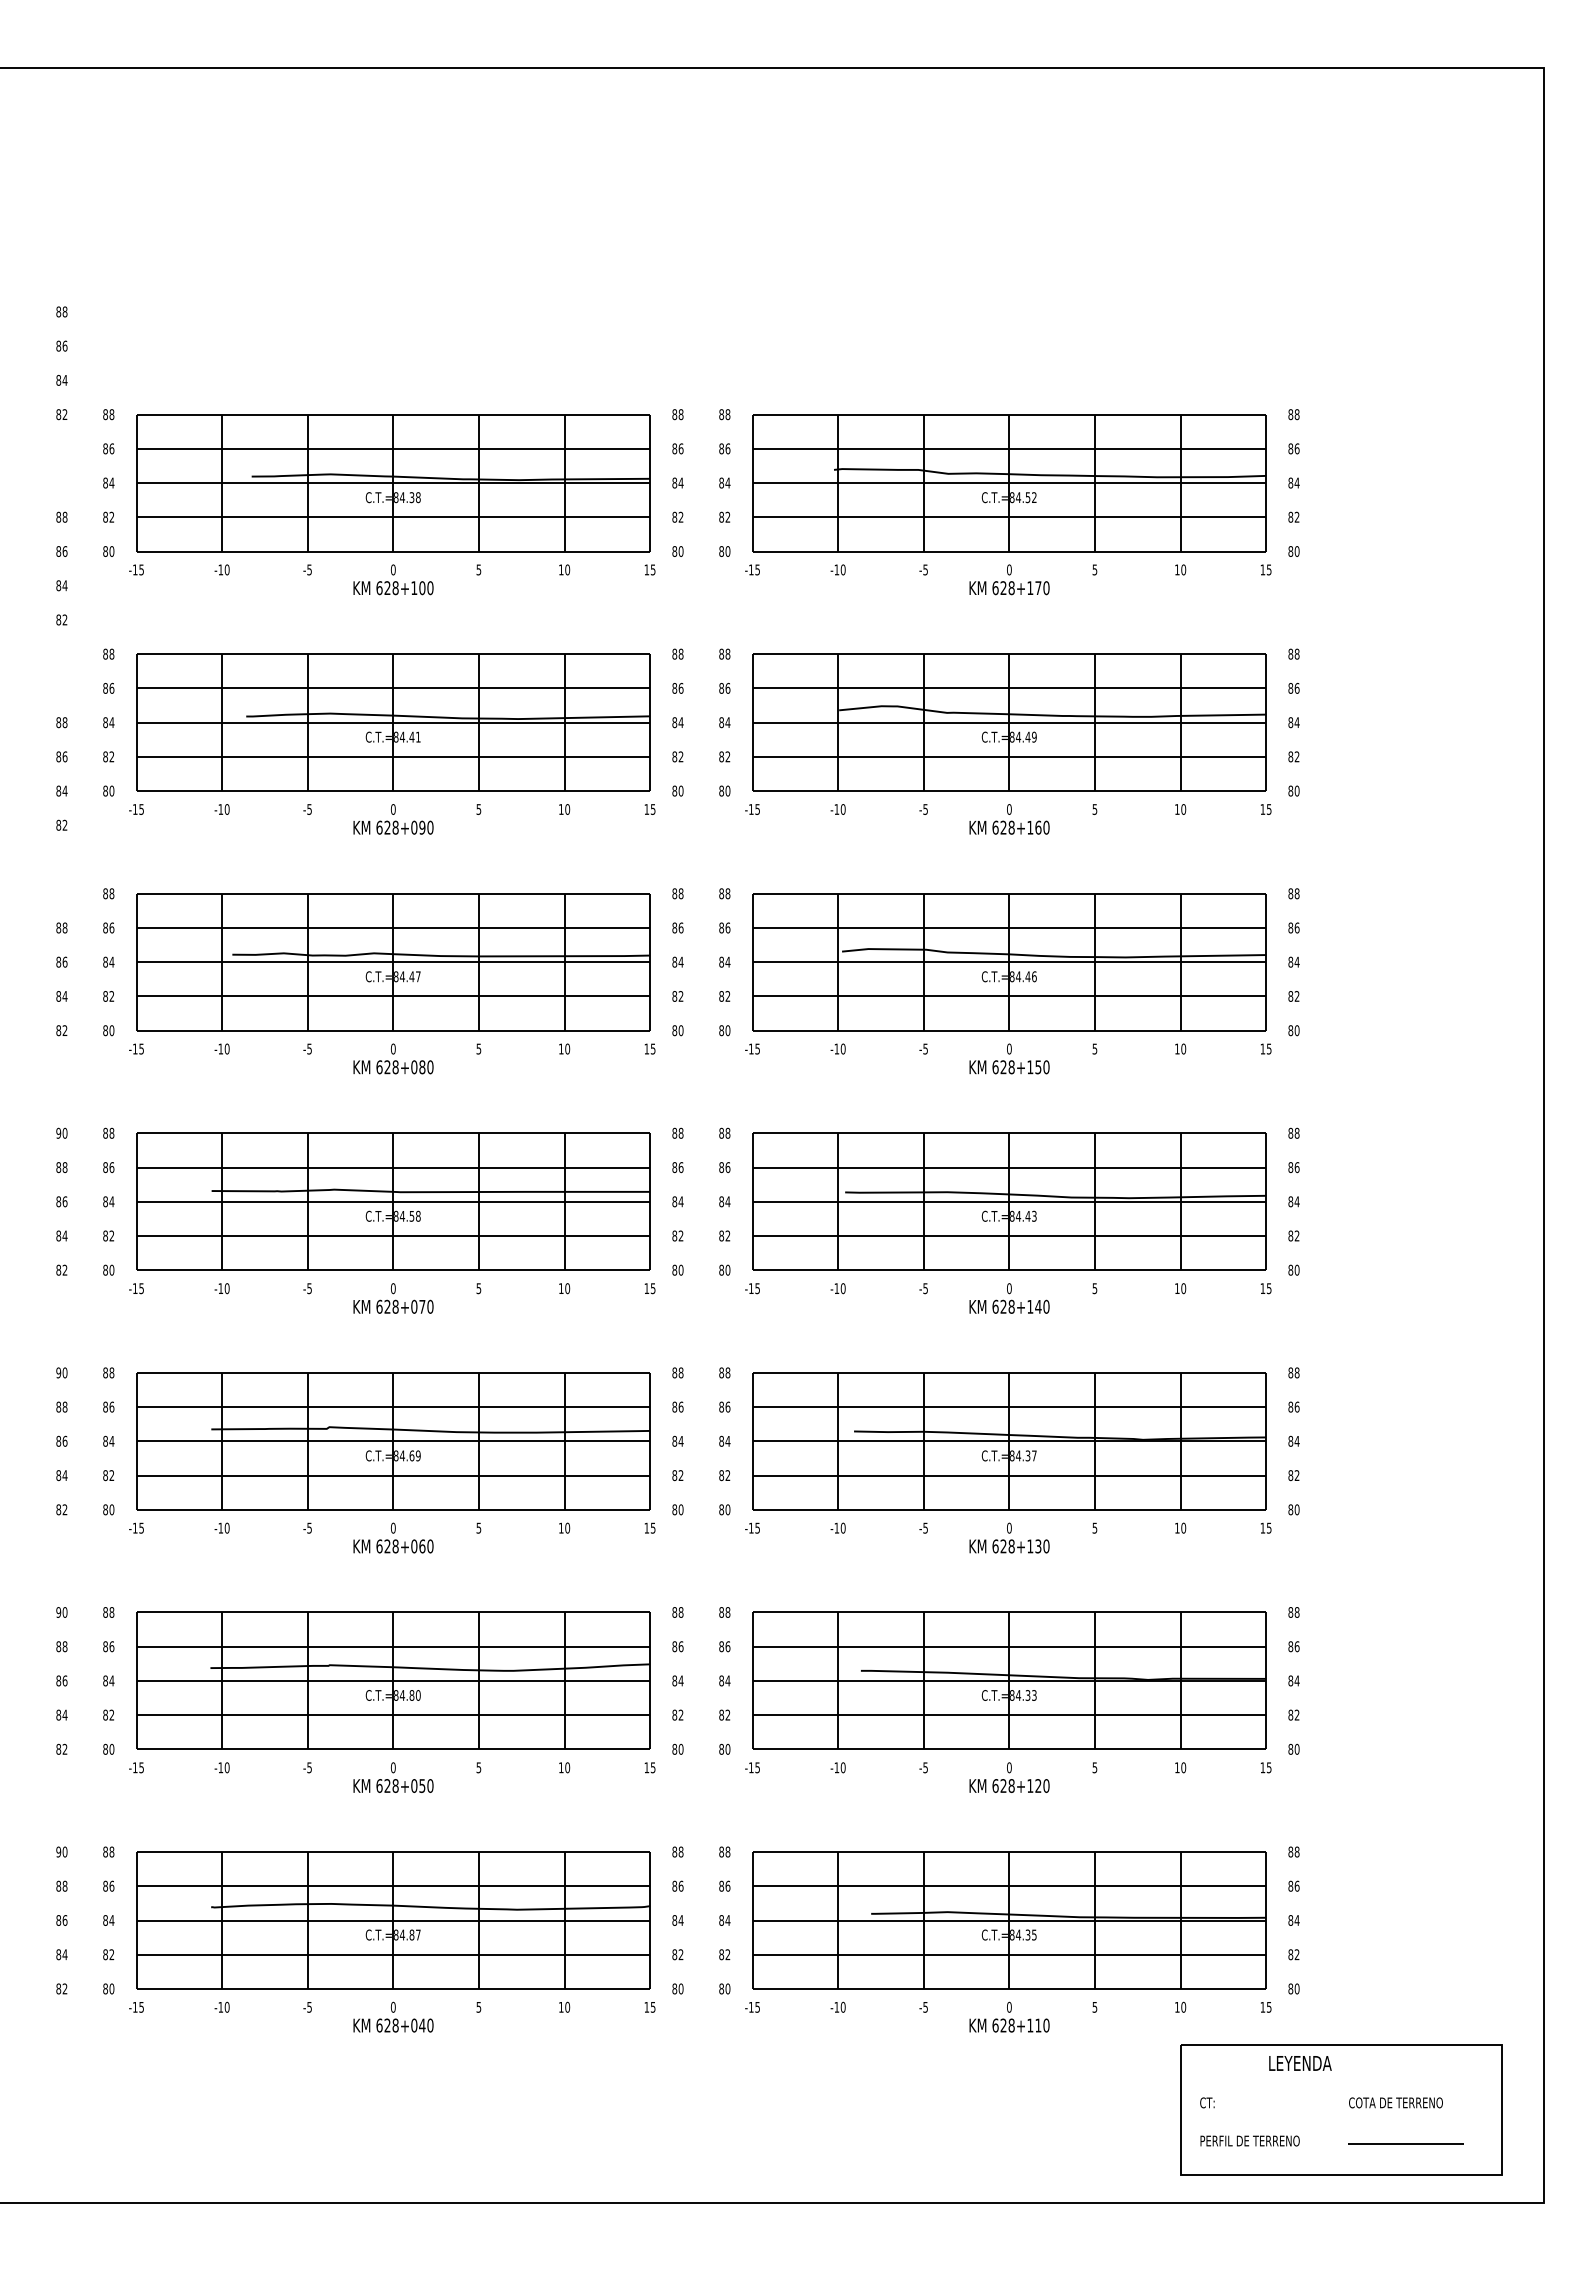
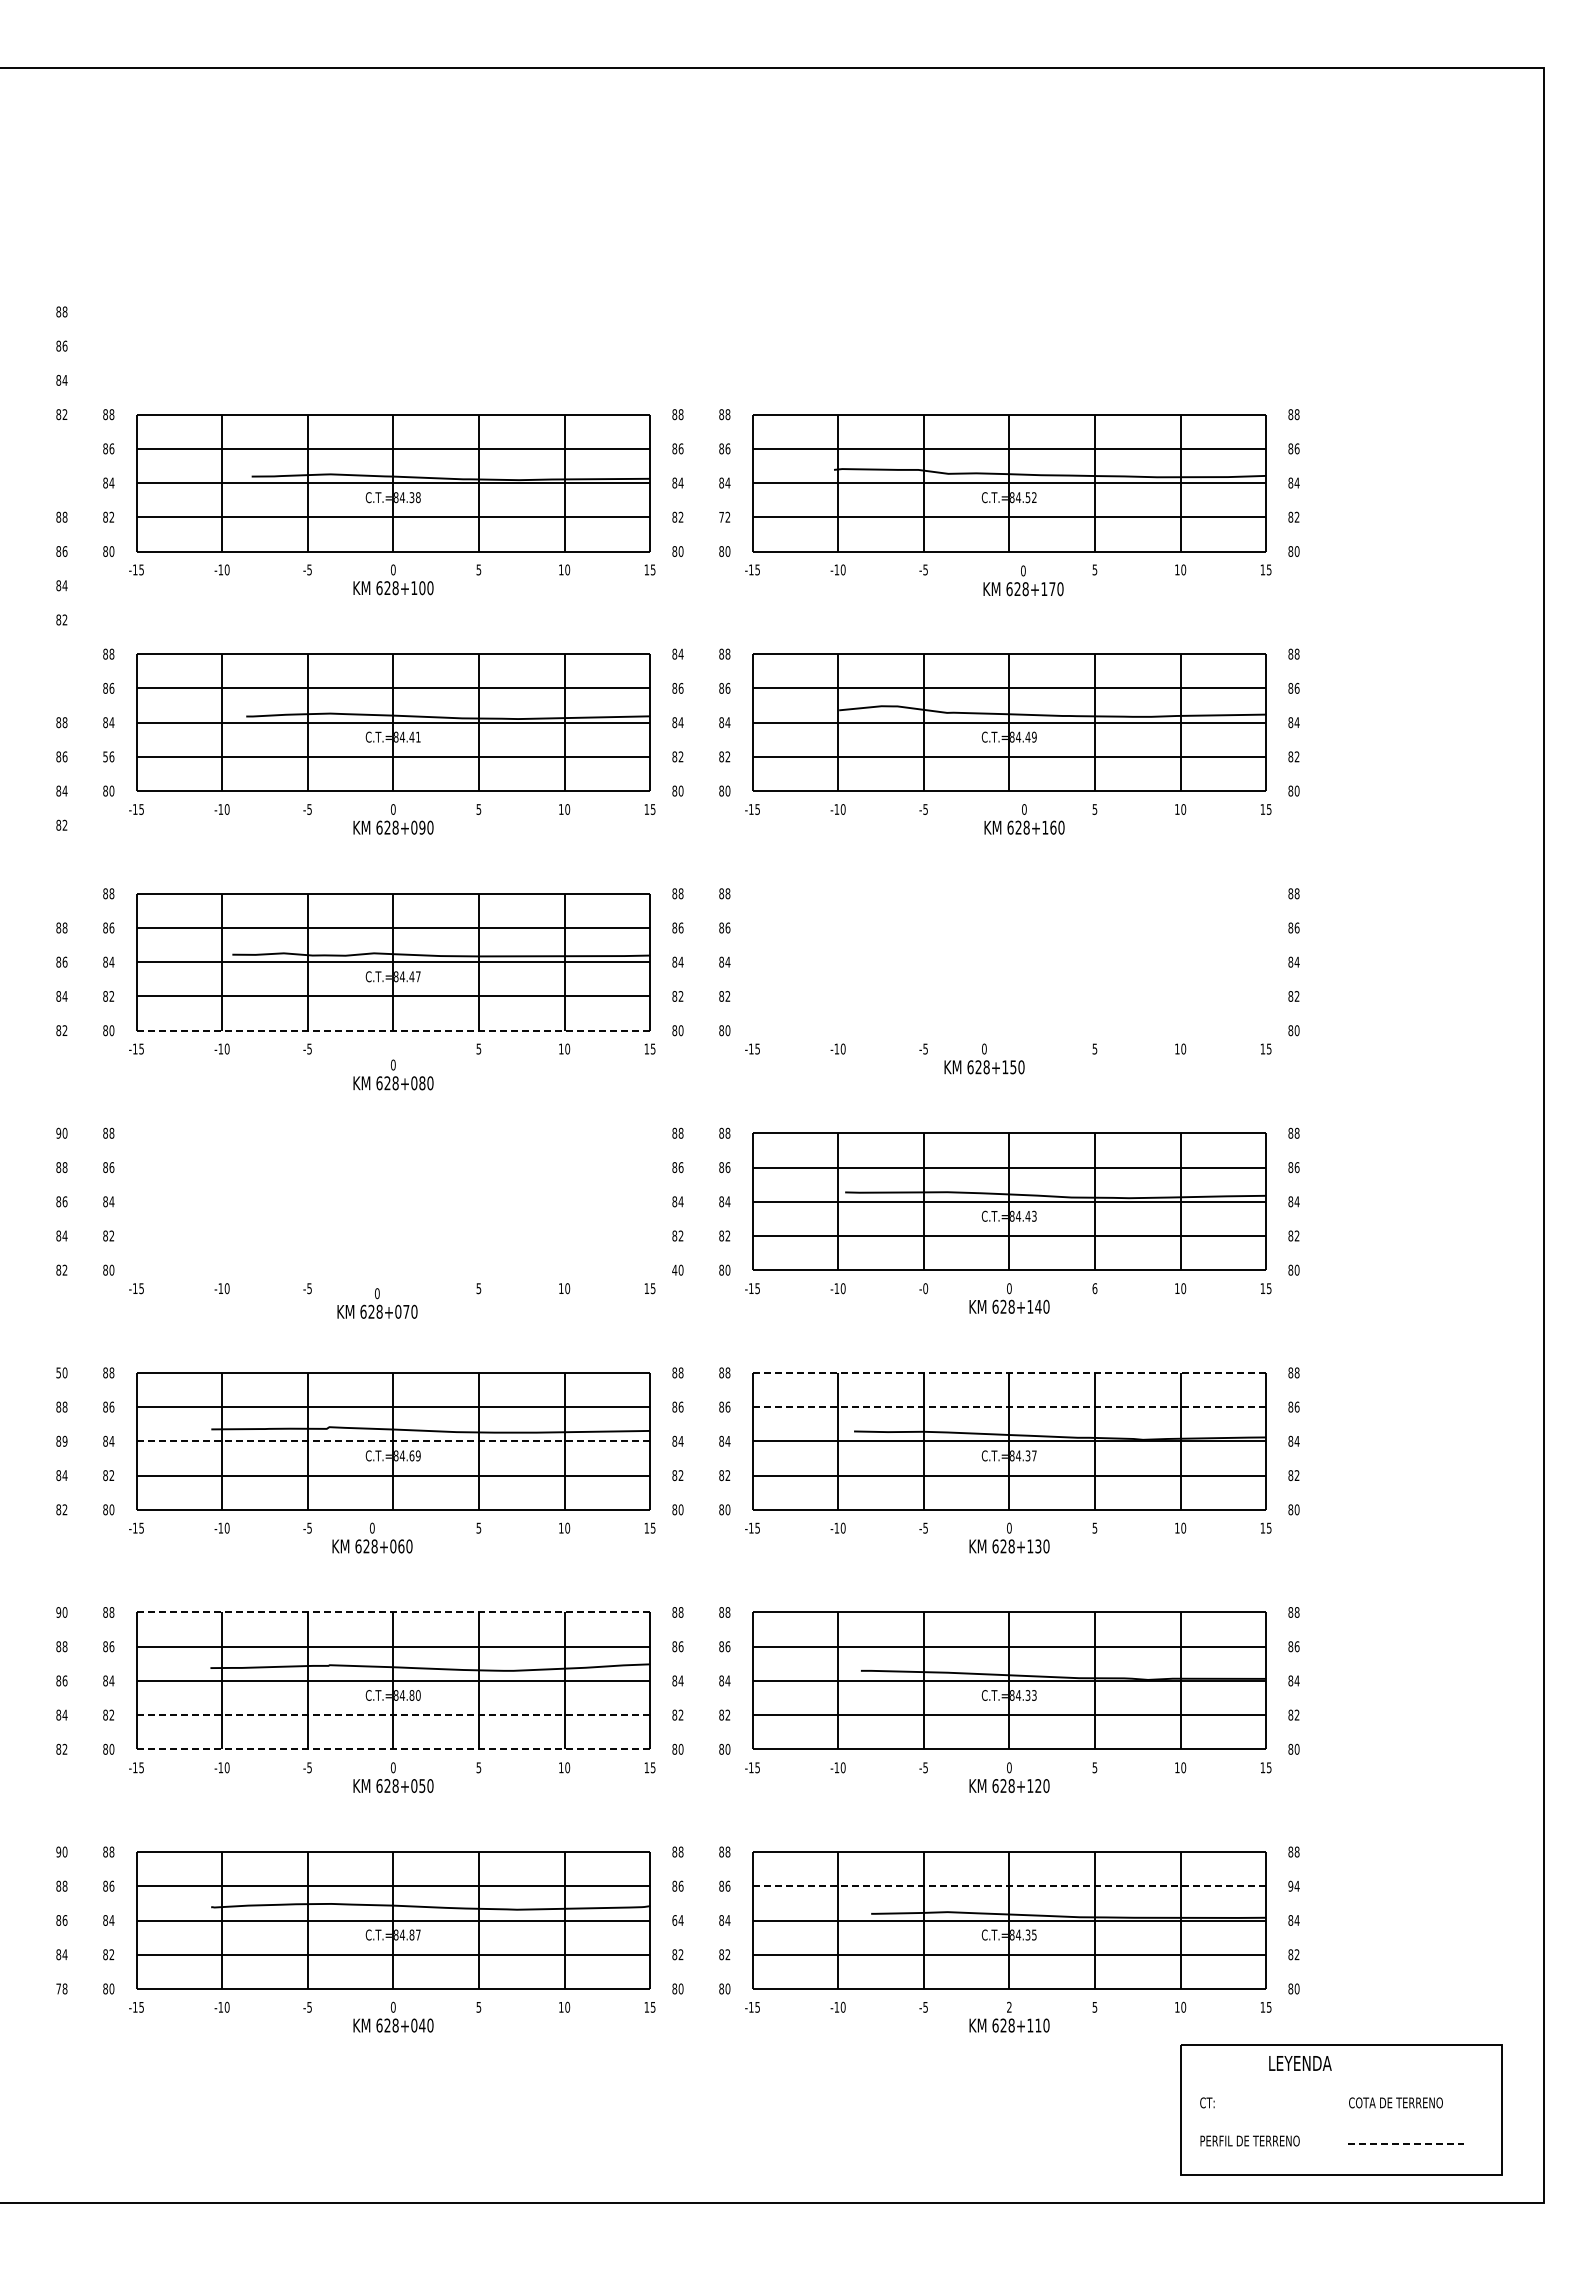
text at (721, 516): 82 -> 72
text at (1009, 579) position: (1009, 579) -> (1023, 580)
text at (680, 653): 88 -> 84
text at (108, 756): 82 -> 56
text at (1009, 819) position: (1009, 819) -> (1024, 819)
part at (1009, 962): present -> none
line at (393, 1030): solid -> dashed
text at (393, 1058) position: (393, 1058) -> (393, 1074)
text at (1009, 1058) position: (1009, 1058) -> (984, 1058)
part at (393, 1201): present -> none
text at (674, 1269): 80 -> 40
text at (925, 1288): -5 -> -0
text at (1094, 1288): 5 -> 6
text at (393, 1298) position: (393, 1298) -> (377, 1303)
text at (58, 1372): 90 -> 50
line at (1009, 1372): solid -> dashed
line at (1009, 1407): solid -> dashed
text at (64, 1440): 86 -> 89
line at (393, 1441): solid -> dashed
text at (393, 1537) position: (393, 1537) -> (372, 1537)
line at (393, 1612): solid -> dashed
line at (393, 1715): solid -> dashed
line at (393, 1749): solid -> dashed
text at (1293, 1885): 86 -> 94
line at (1009, 1886): solid -> dashed
text at (674, 1920): 84 -> 64
text at (61, 1988): 82 -> 78
text at (1009, 2006): 0 -> 2
line at (1406, 2143): solid -> dashed
